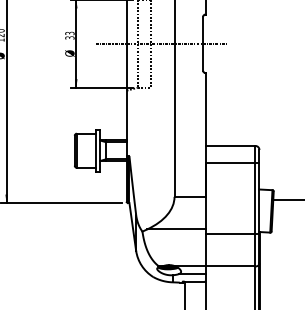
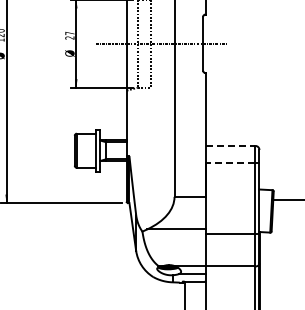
text at (69, 35): 33 -> 27
line at (230, 145): solid -> dashed
line at (230, 163): solid -> dashed
